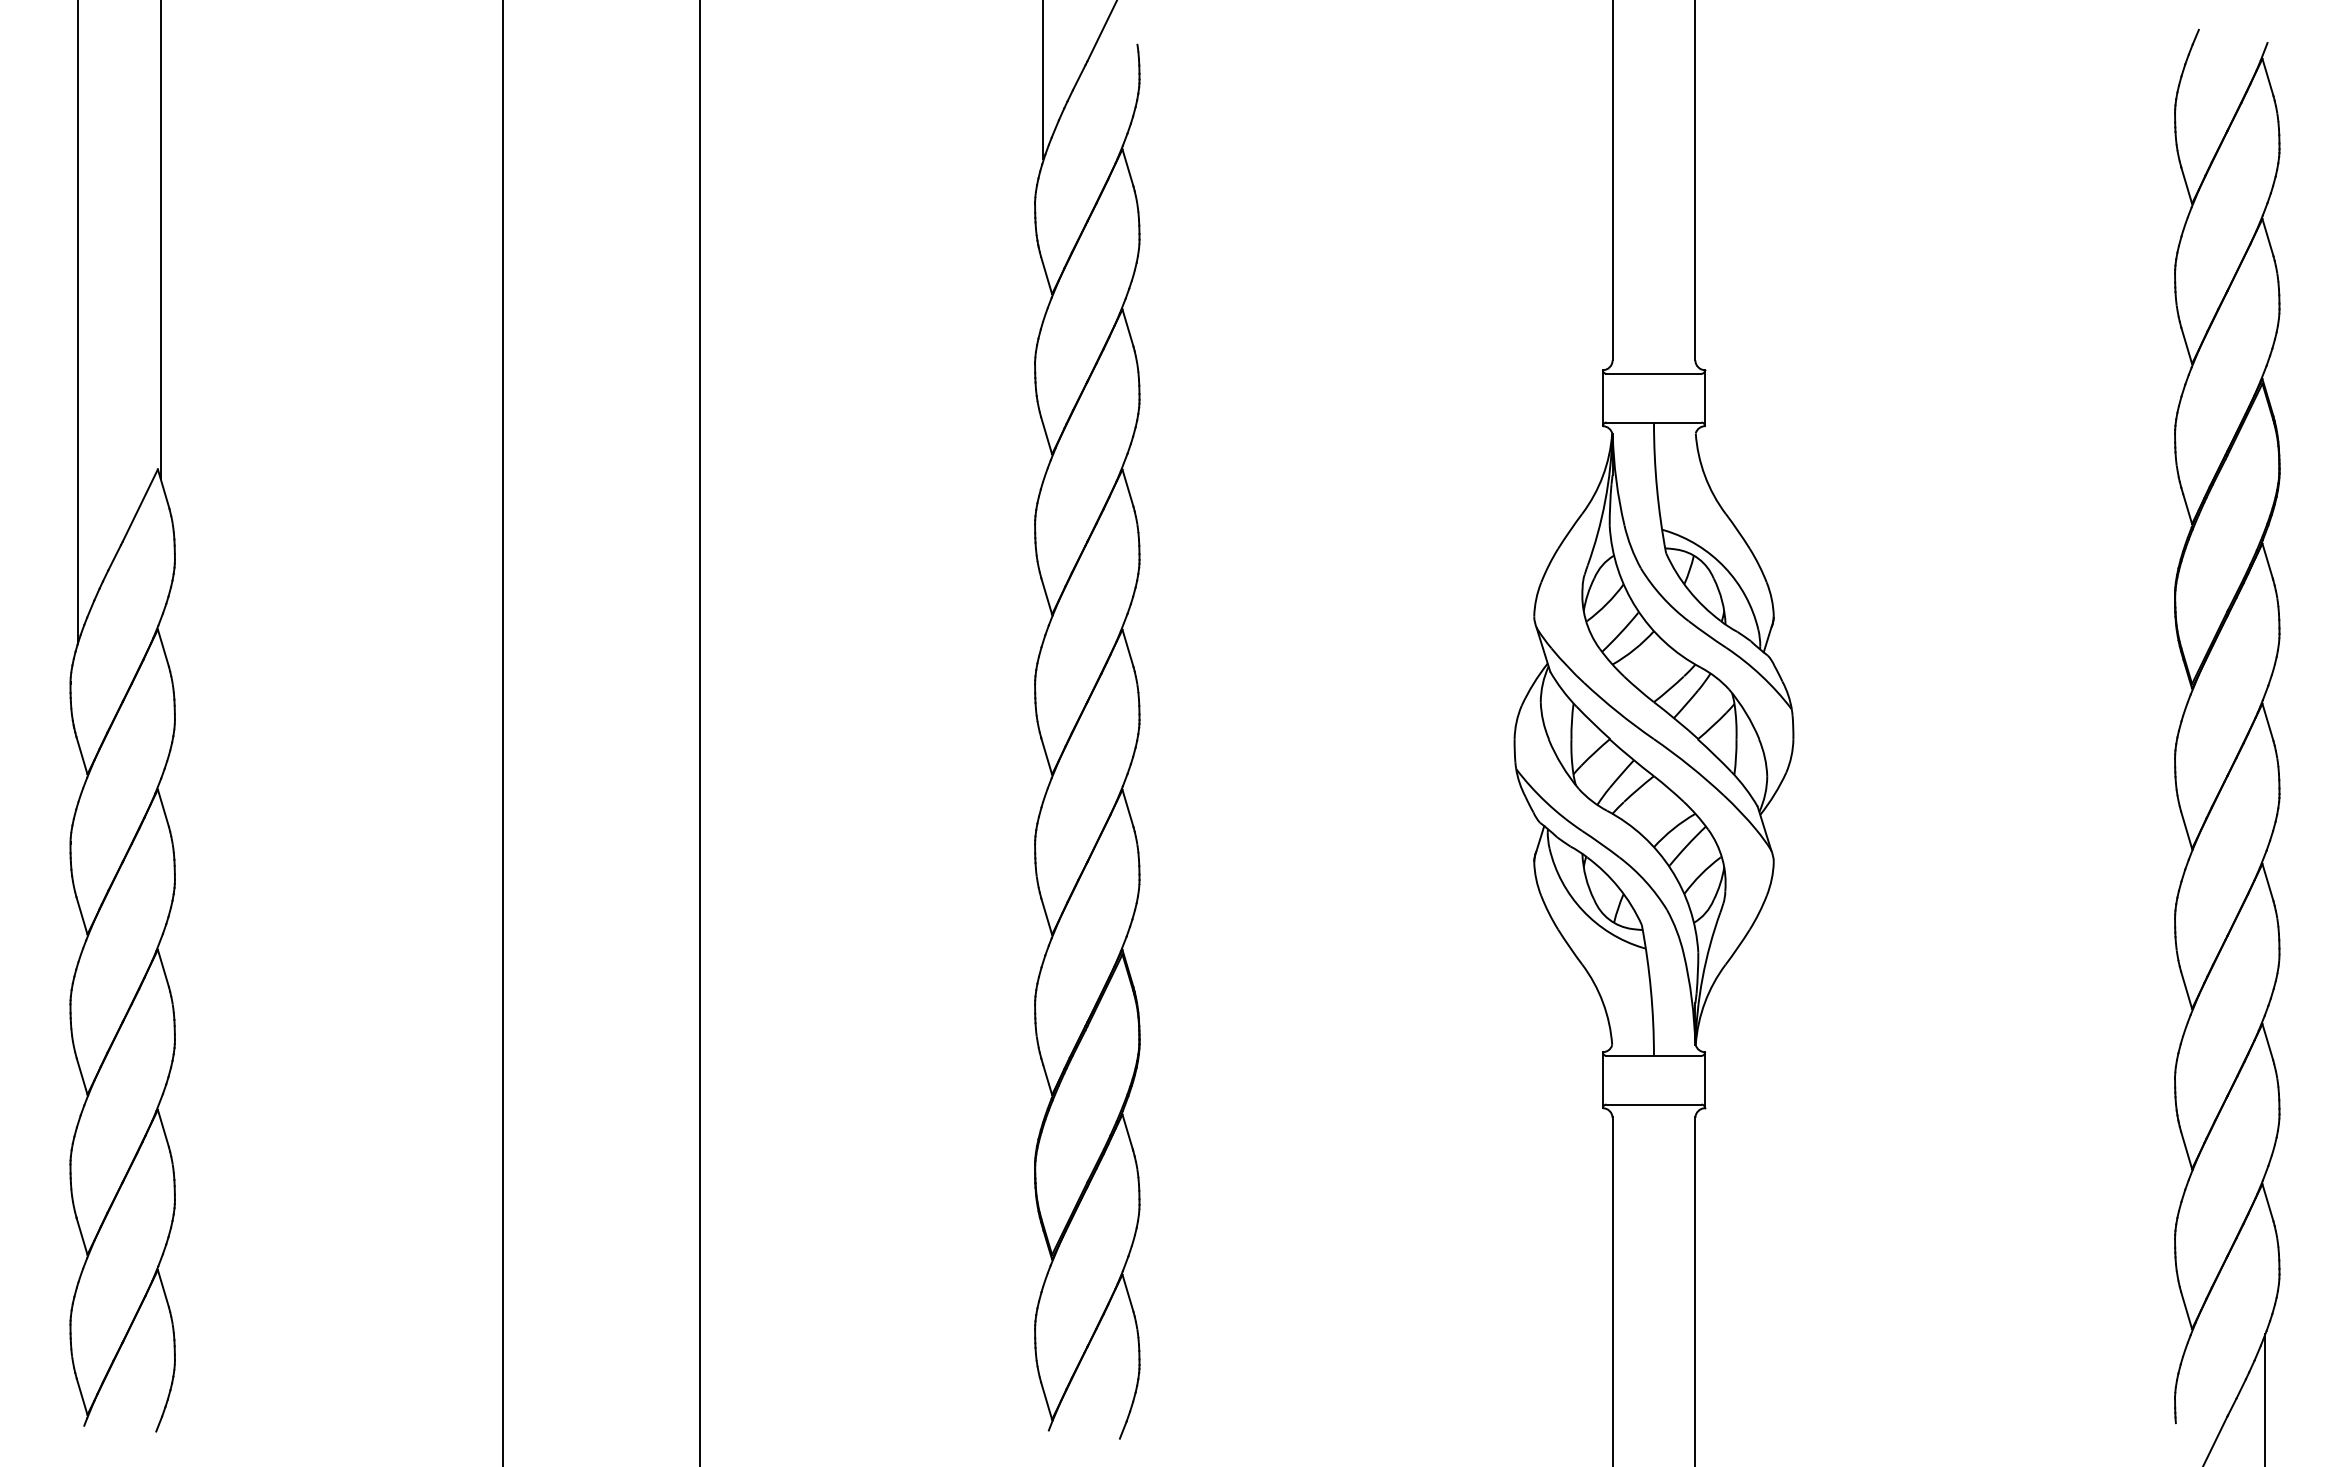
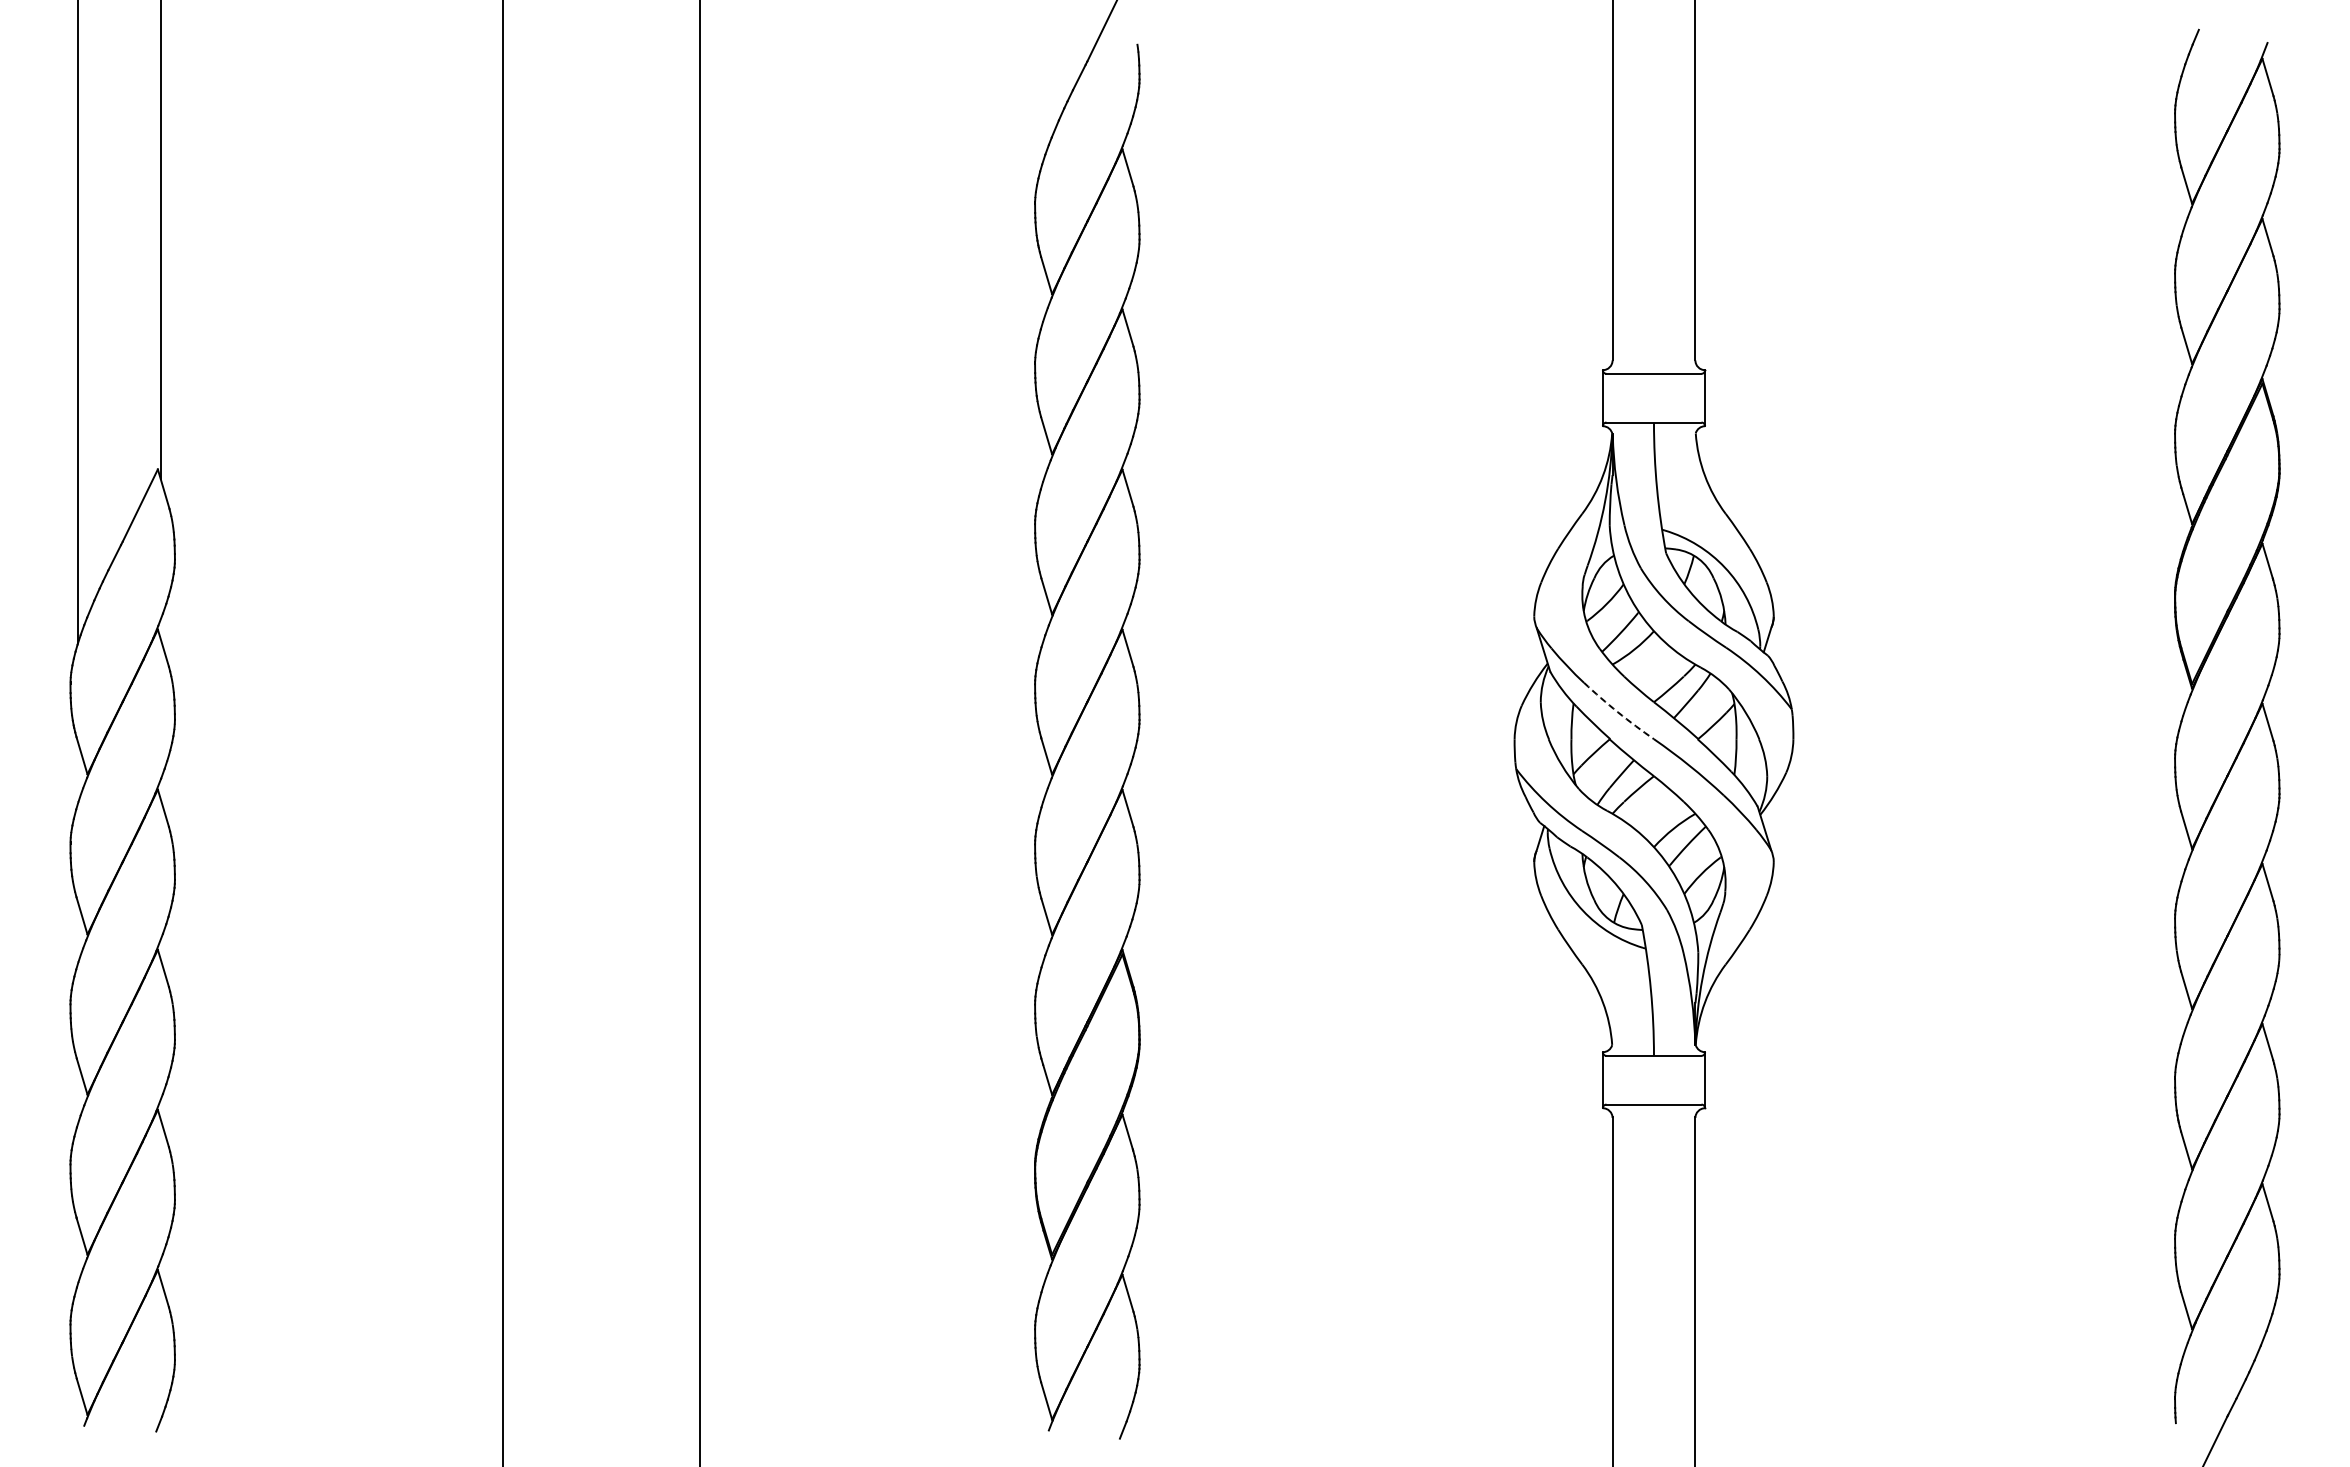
line at (1042, 80): present -> none
arc at (1618, 712): solid -> dashed
line at (2265, 1398): present -> none
